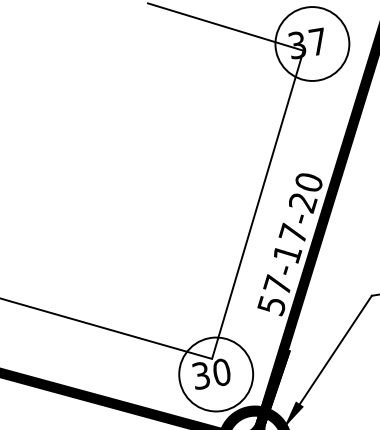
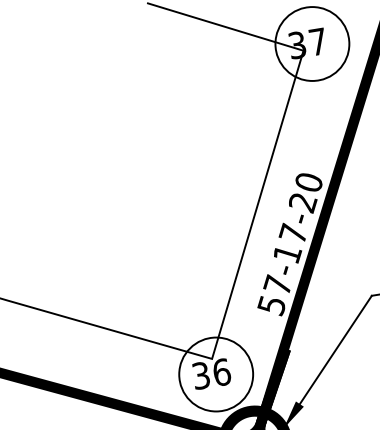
text at (222, 371): 30 -> 36
